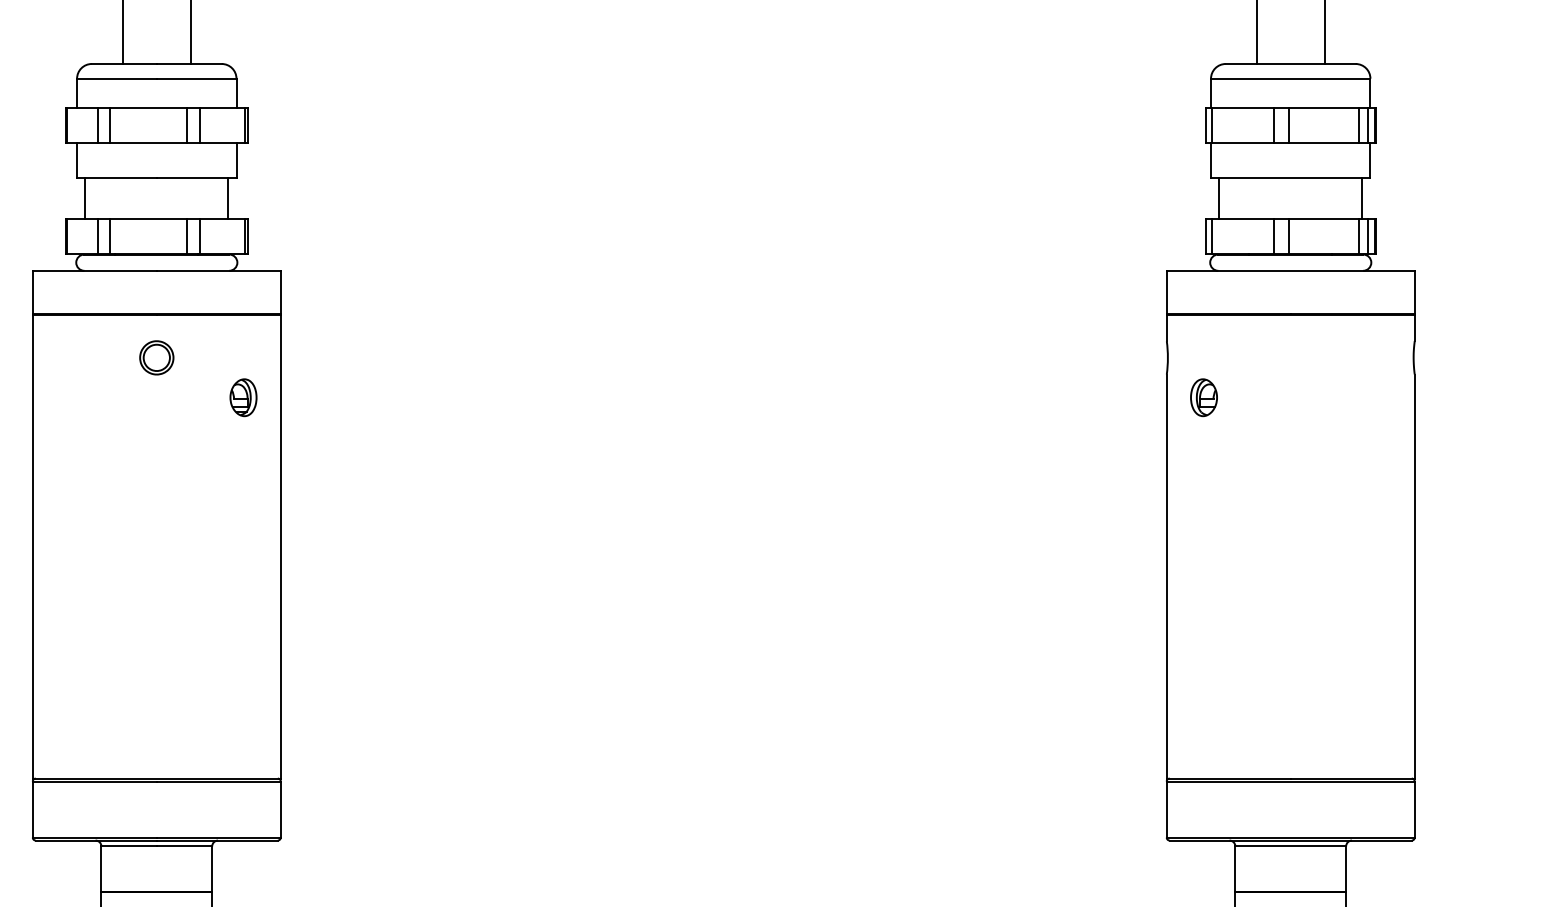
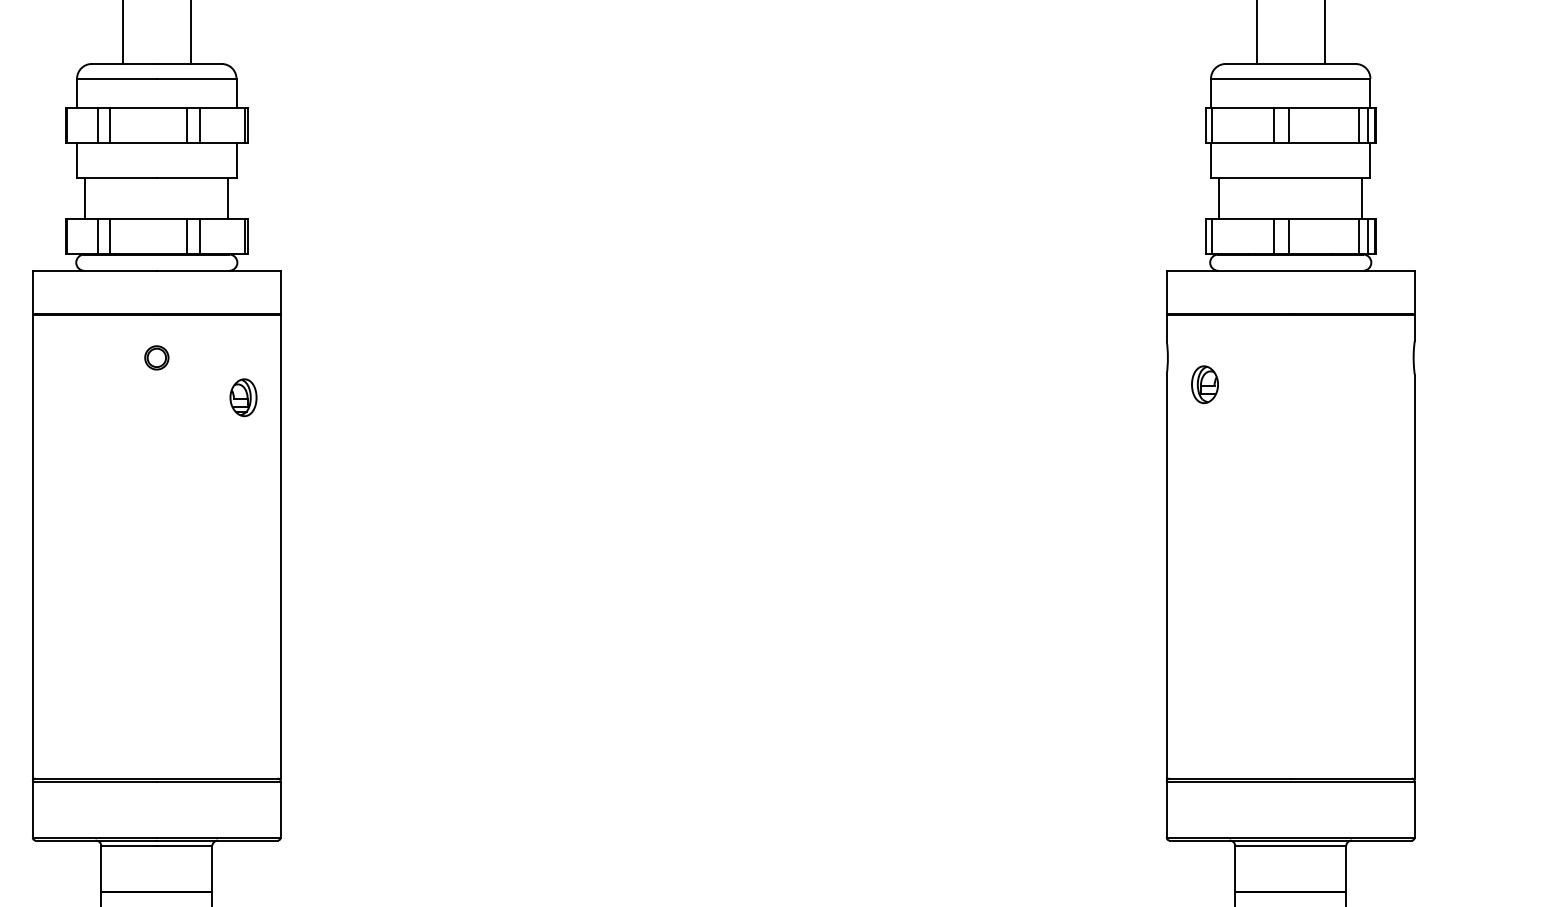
part at (156, 357) size: 36x36 px -> 26x26 px
part at (1203, 397) position: (1203, 397) -> (1204, 384)
